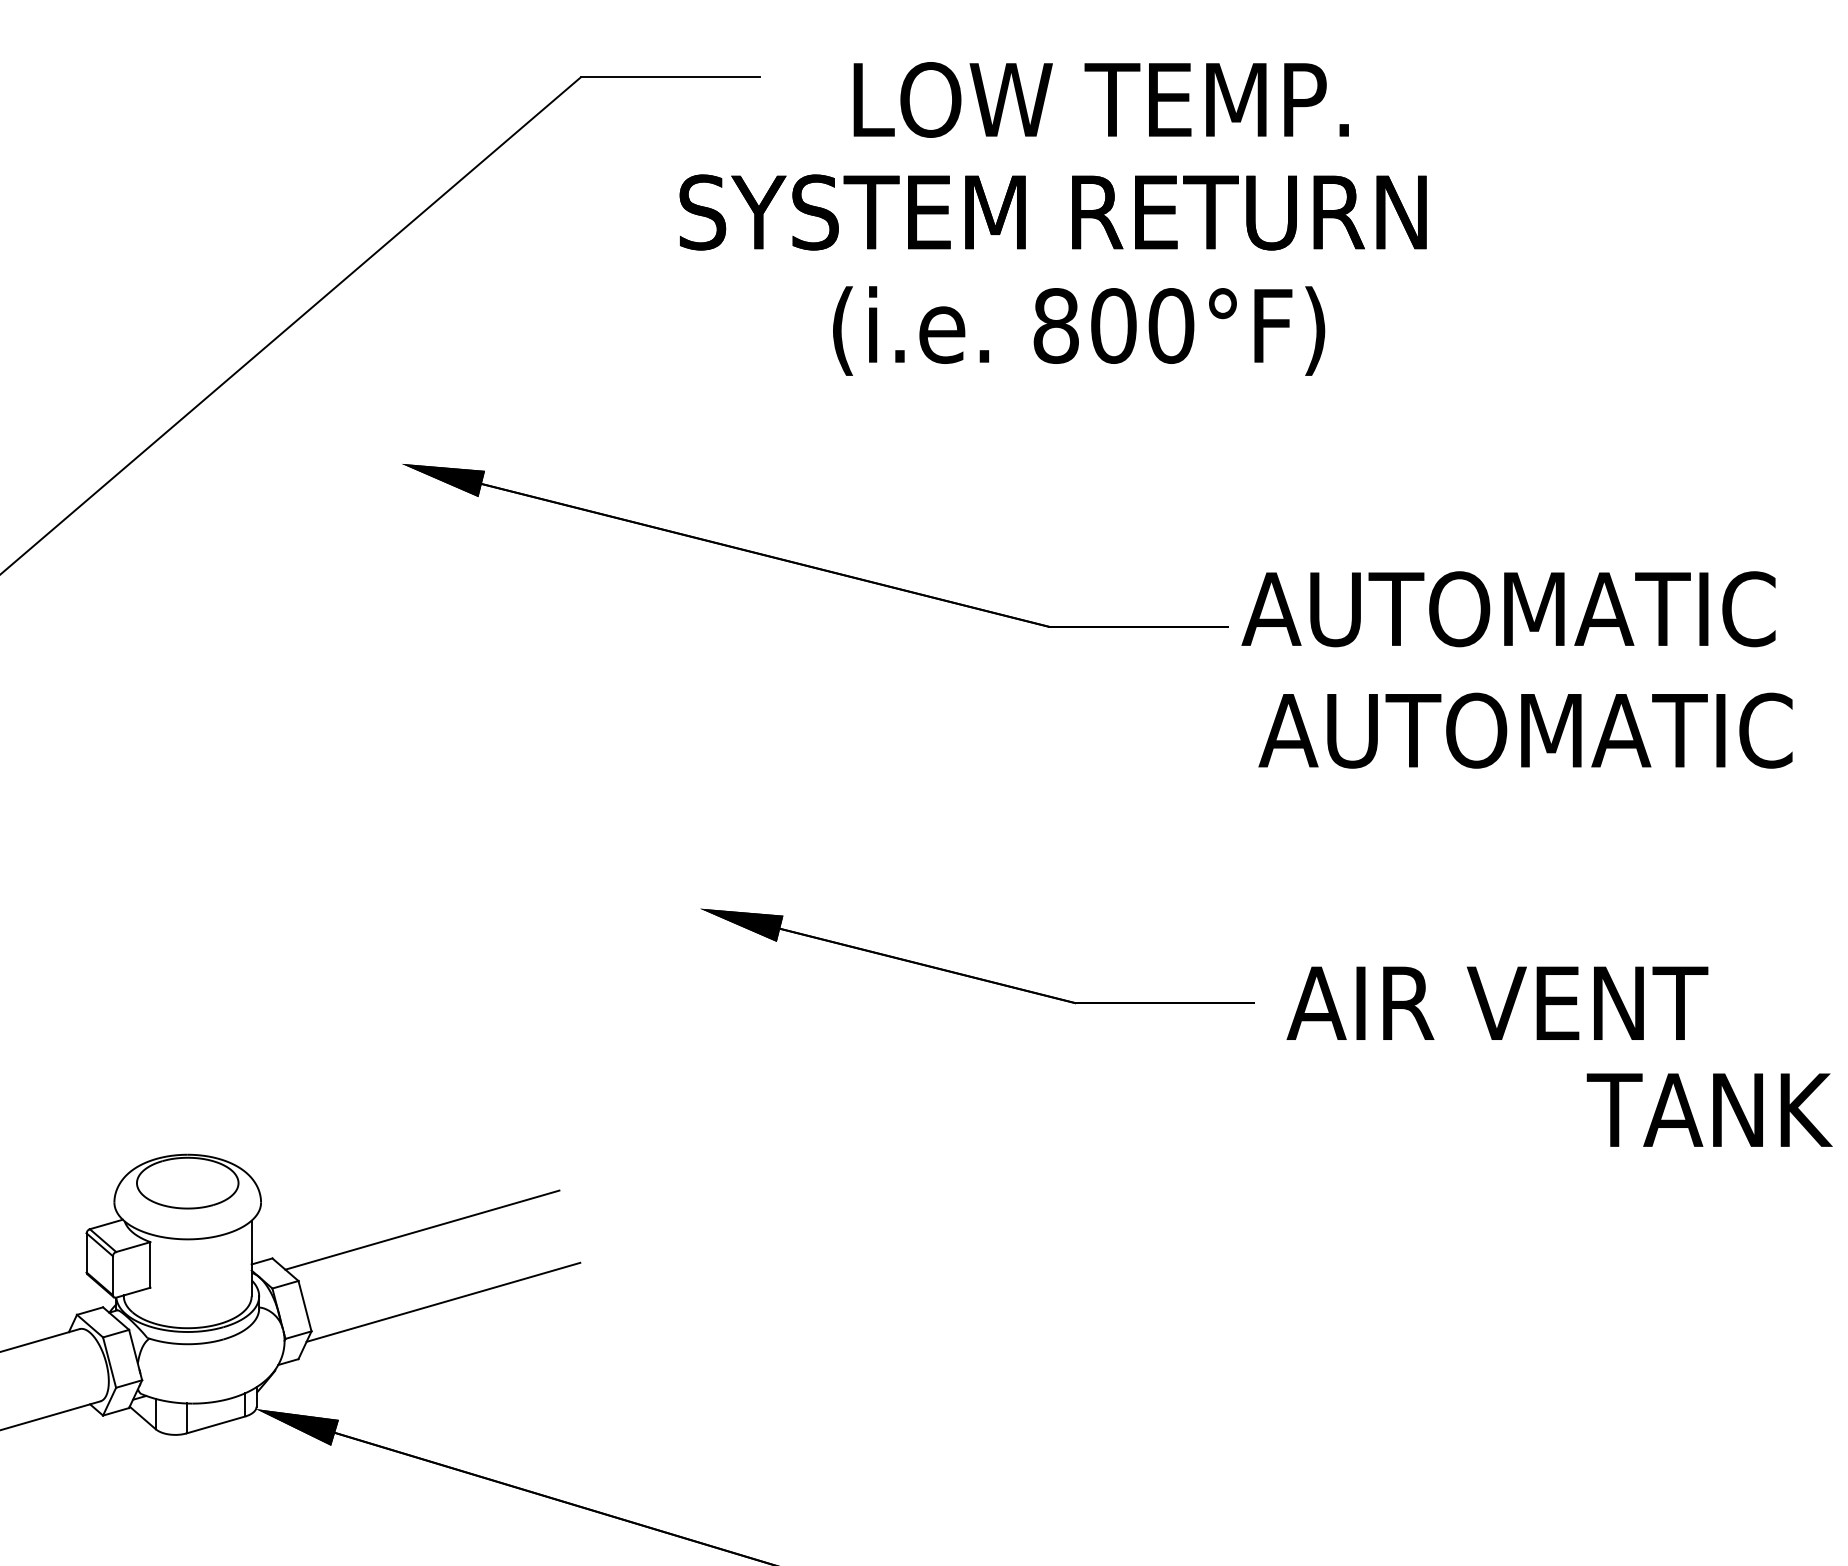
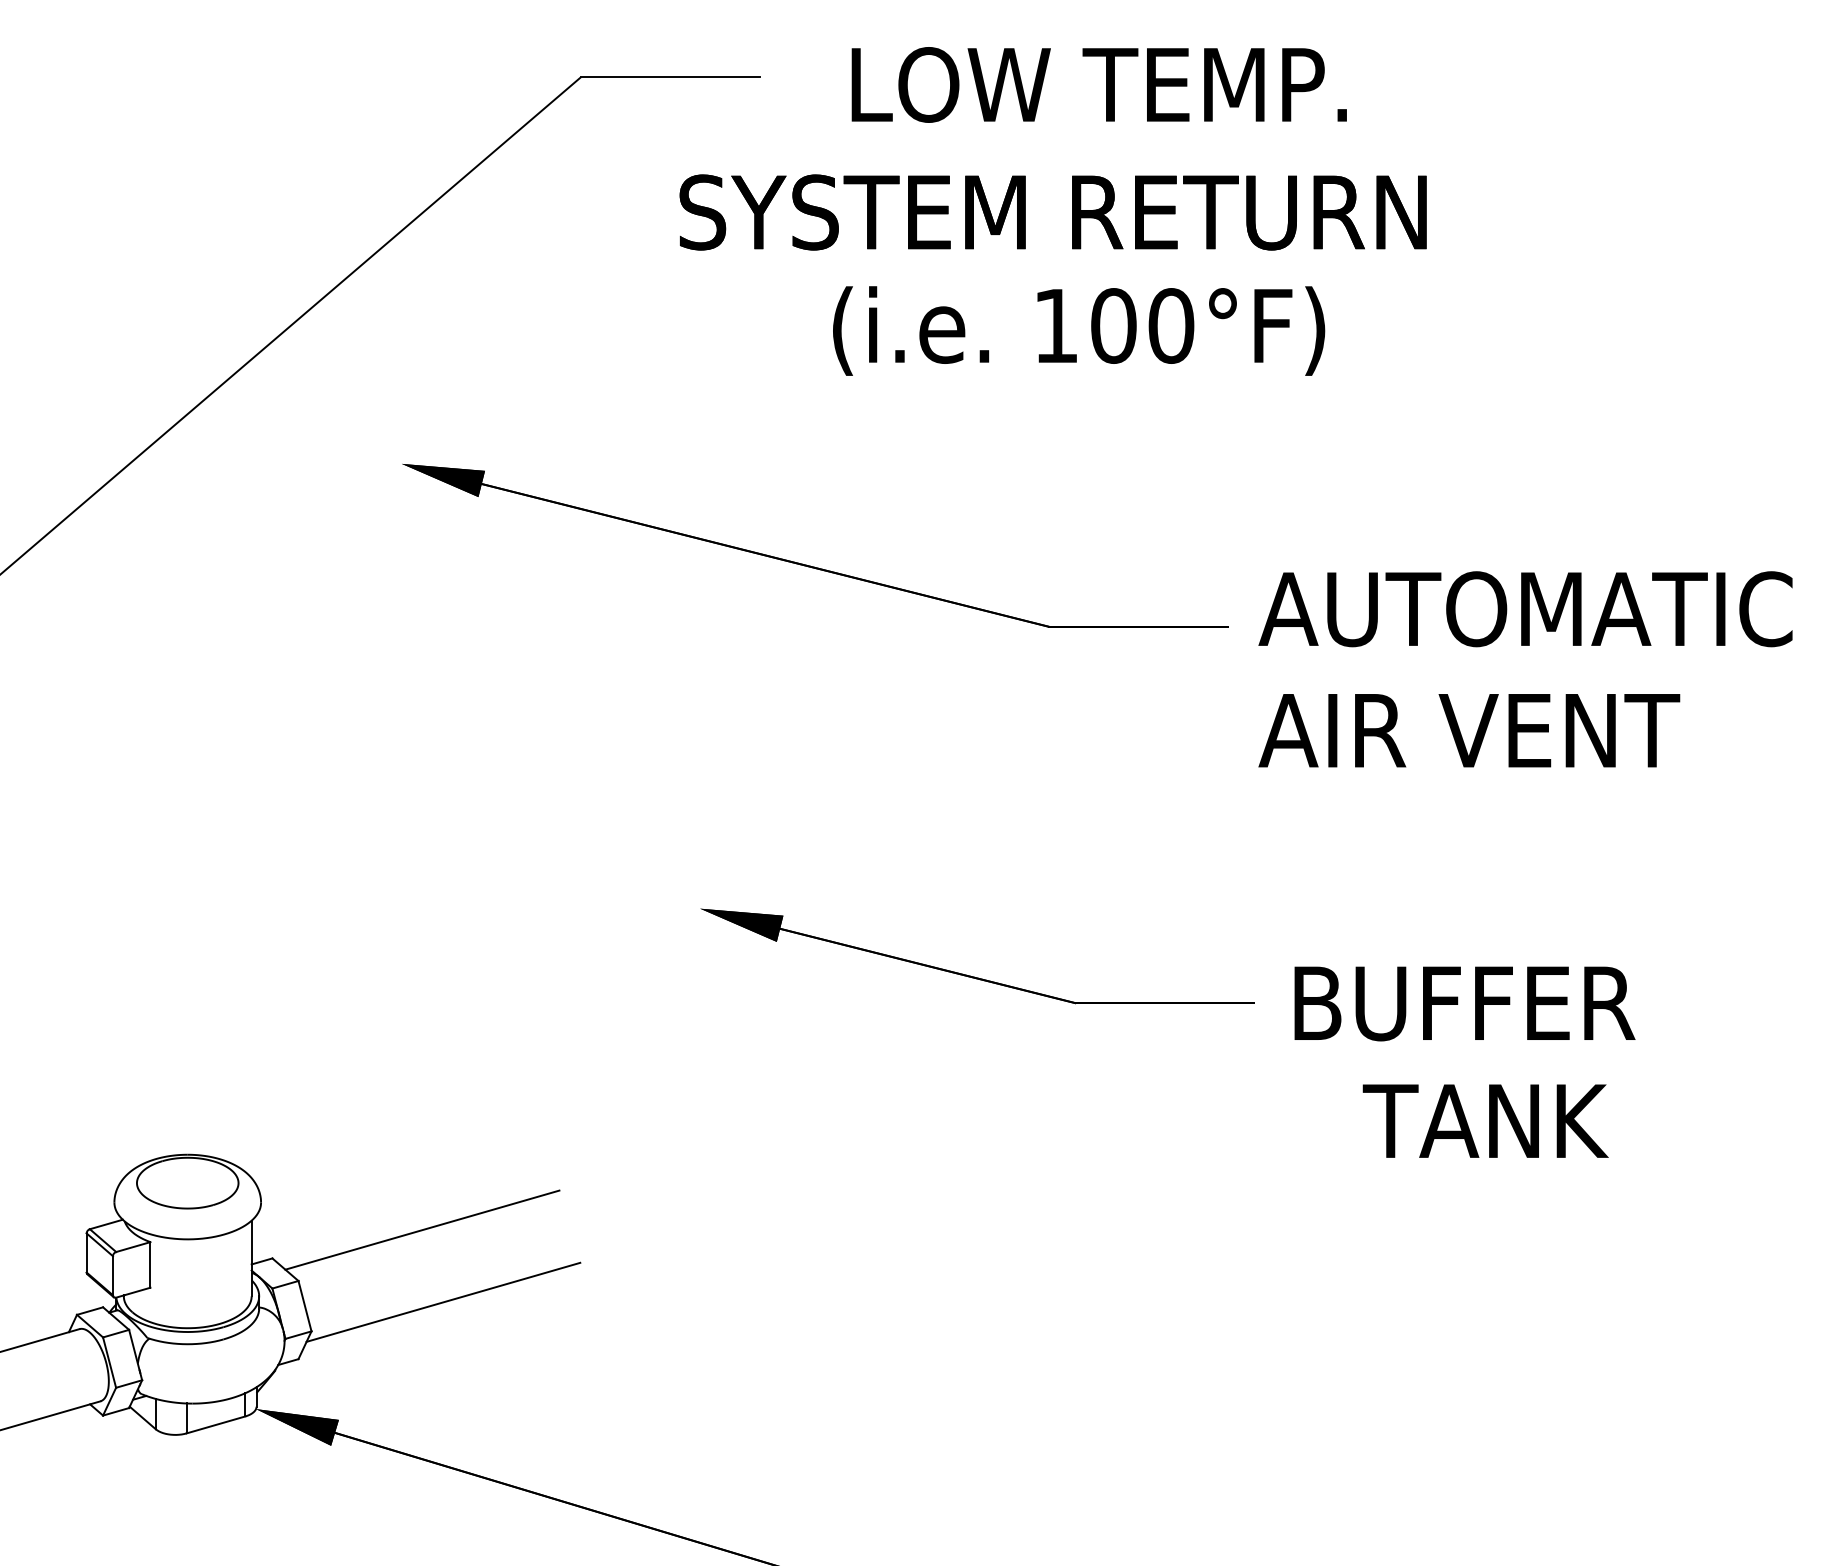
text at (1100, 99) position: (1100, 99) -> (1098, 84)
text at (1055, 325): 800°F) -> 100°F)
text at (1508, 609) position: (1508, 609) -> (1525, 609)
text at (1559, 730): AUTOMATIC -> AIR VENT
text at (1497, 1003): AIR VENT -> BUFFER
text at (1709, 1109) position: (1709, 1109) -> (1485, 1120)
